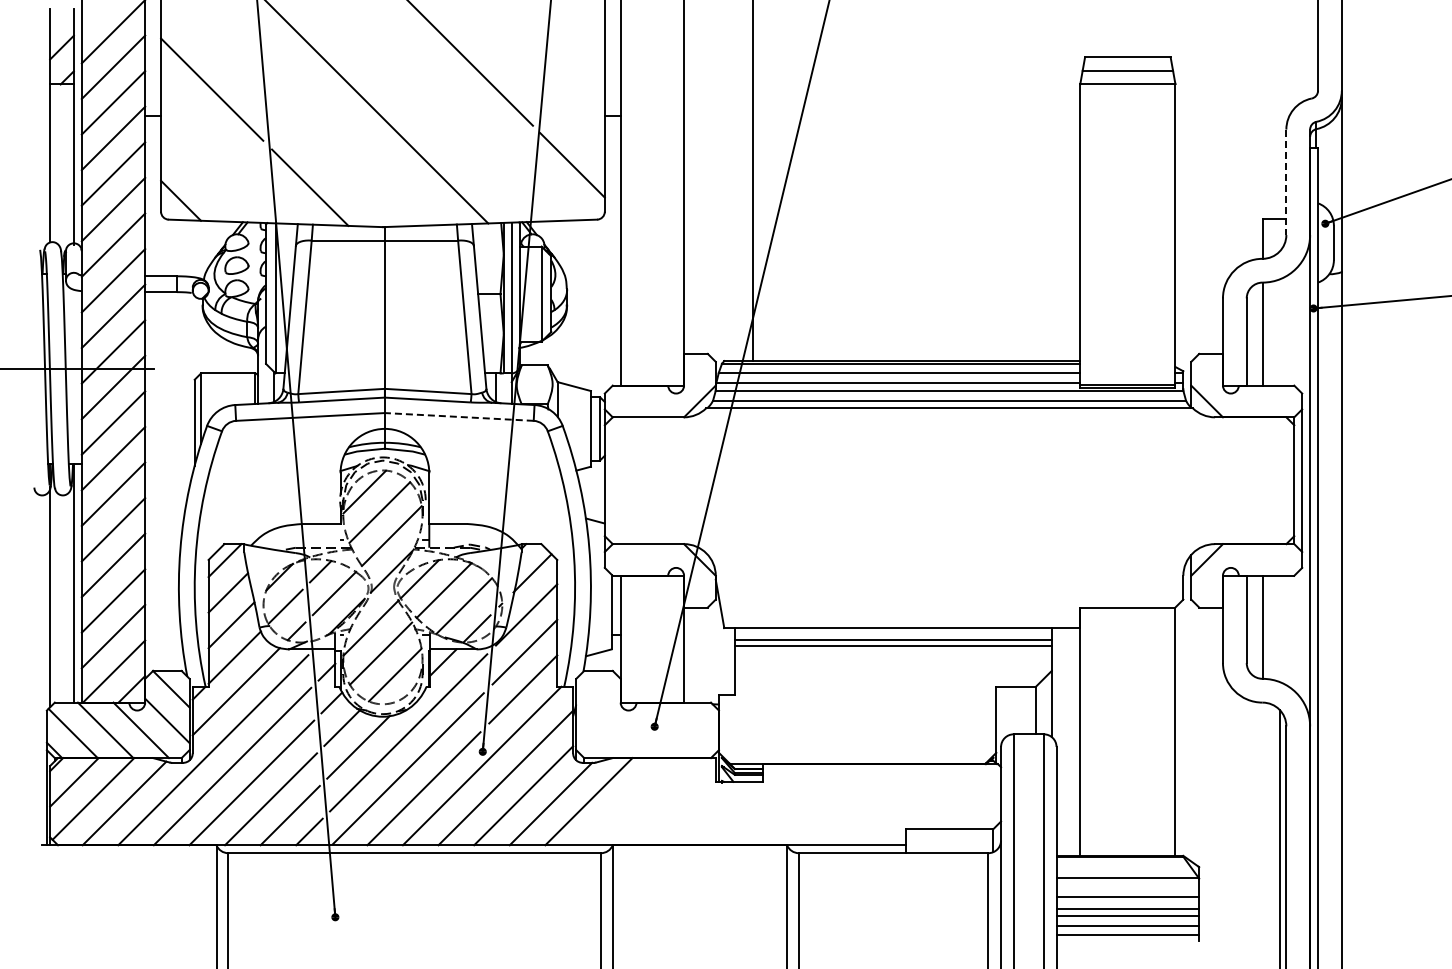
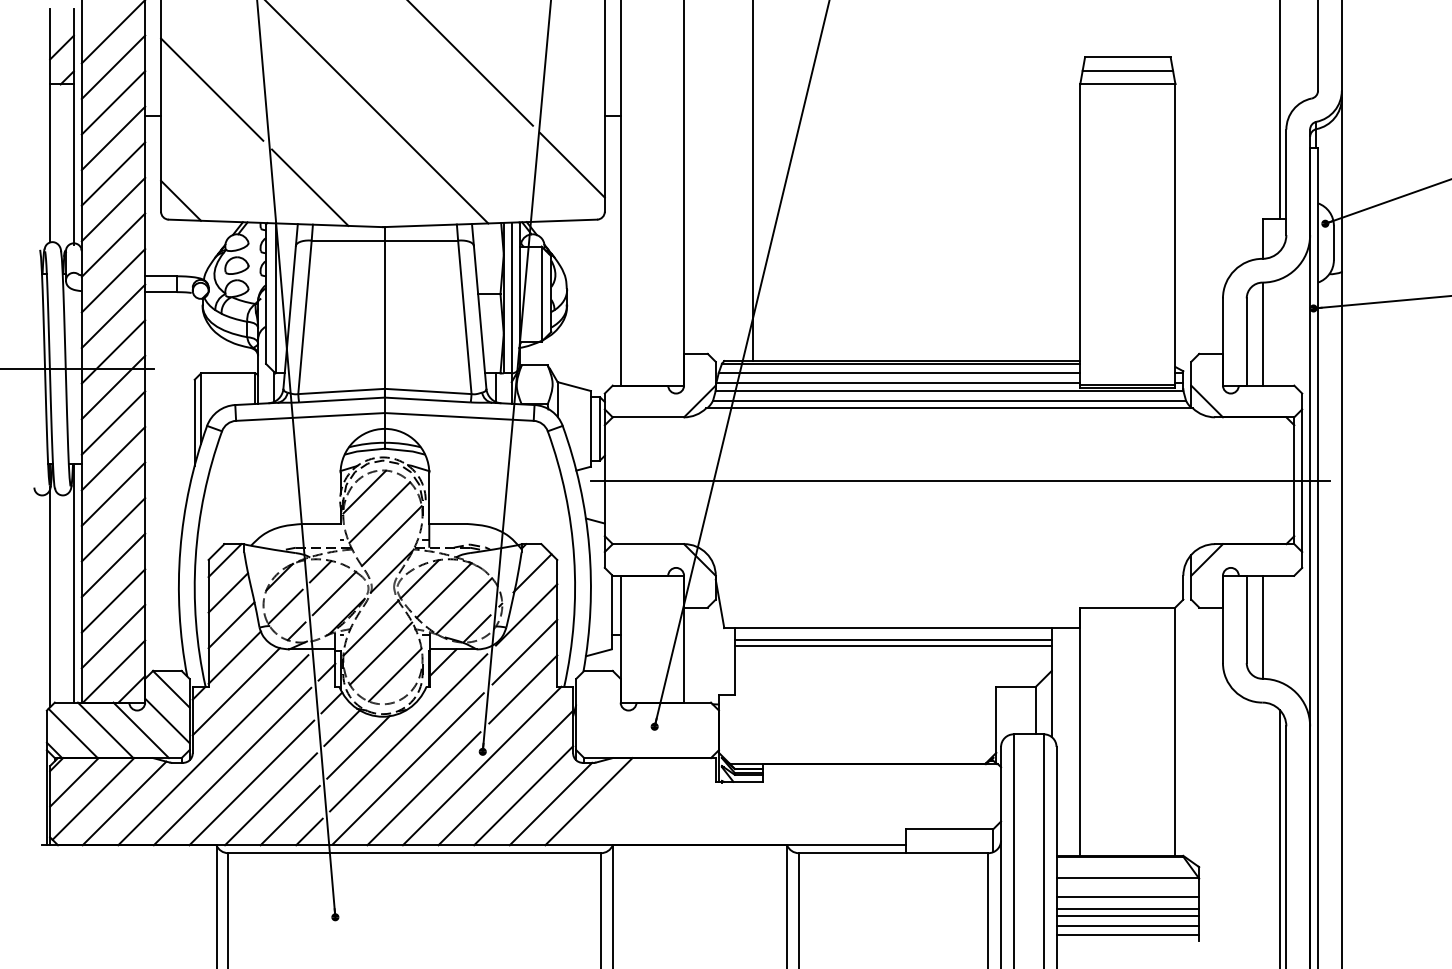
line at (1279, 110): none -> present
line at (1286, 182): dashed -> solid
line at (459, 416): dashed -> solid
line at (960, 480): none -> present
